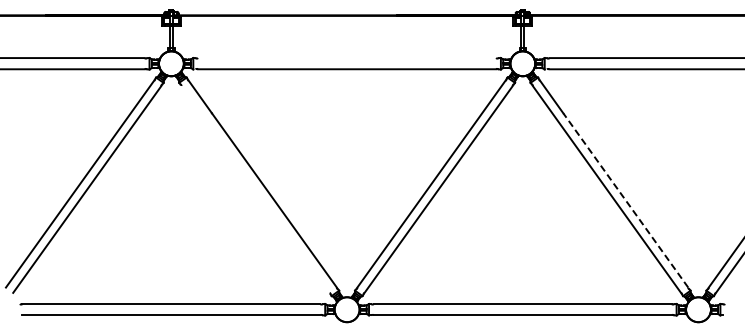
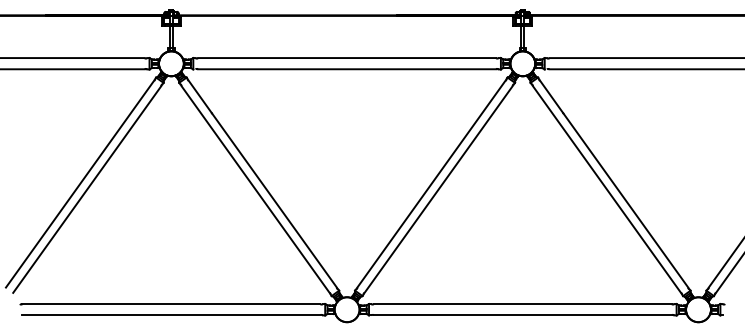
line at (347, 58): none -> present
line at (255, 189): none -> present
line at (625, 200): dashed -> solid
